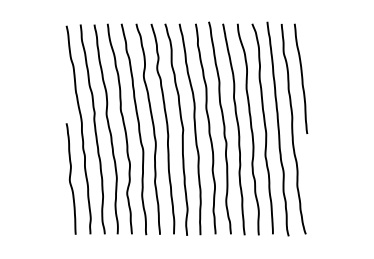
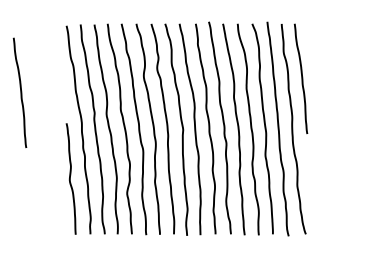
curve at (20, 92): none -> present
